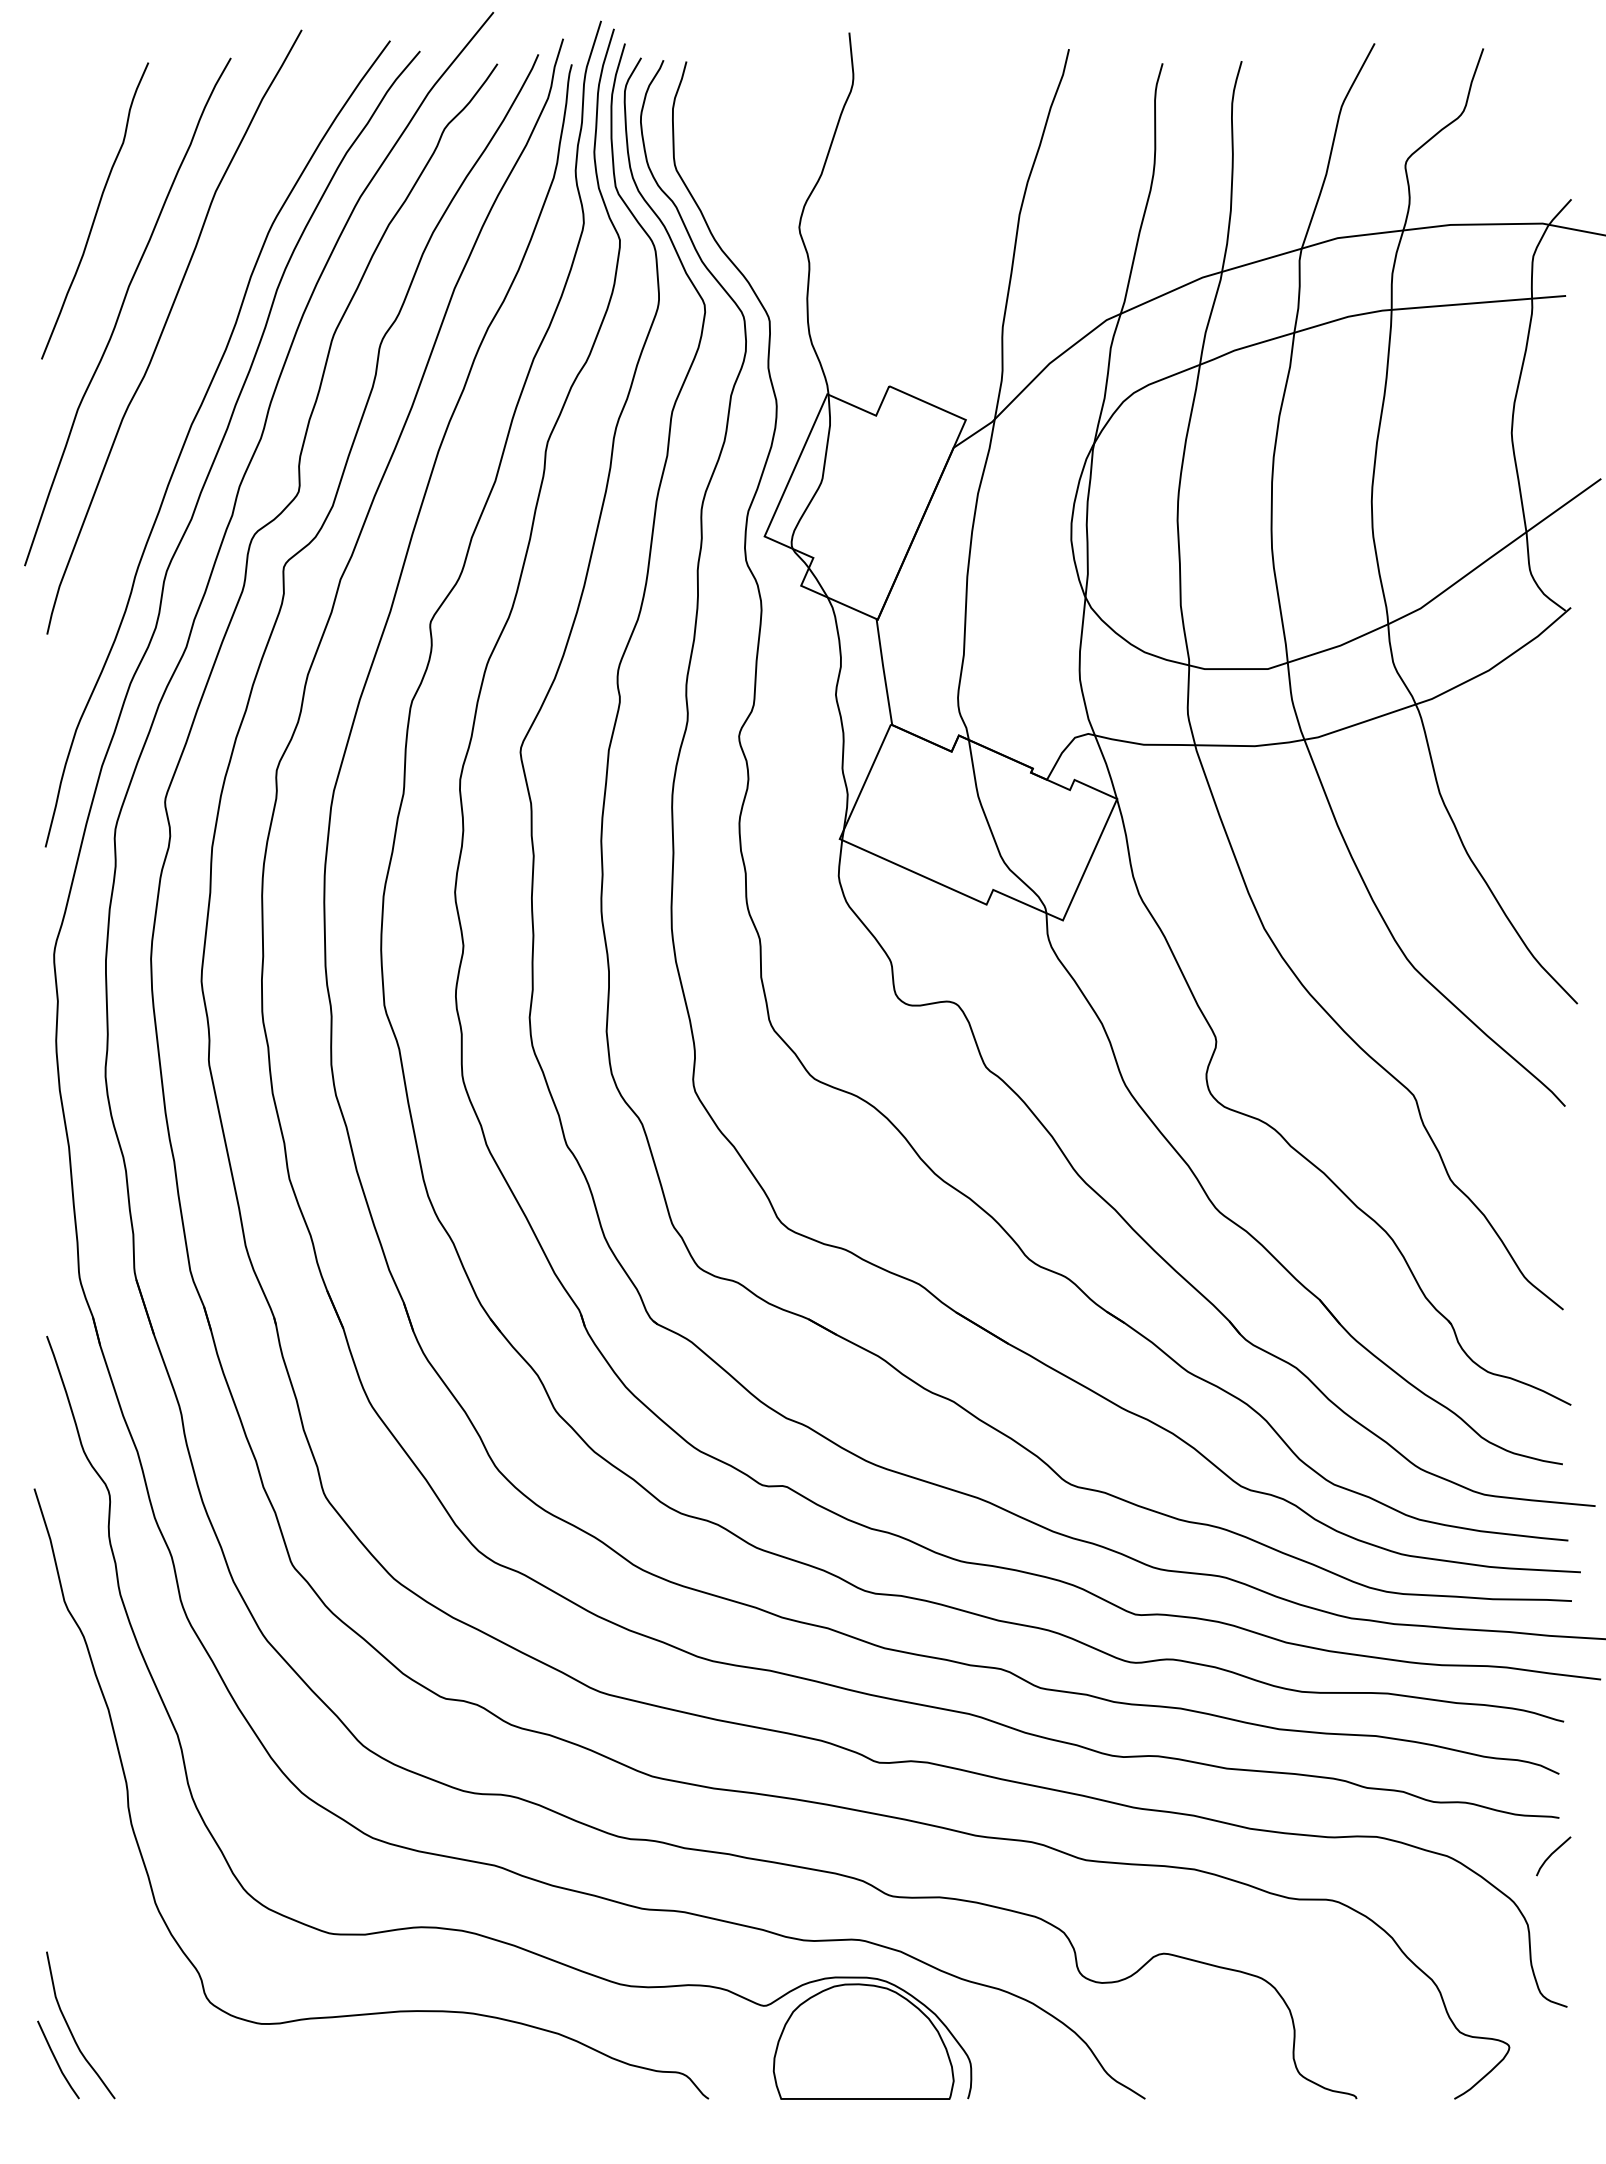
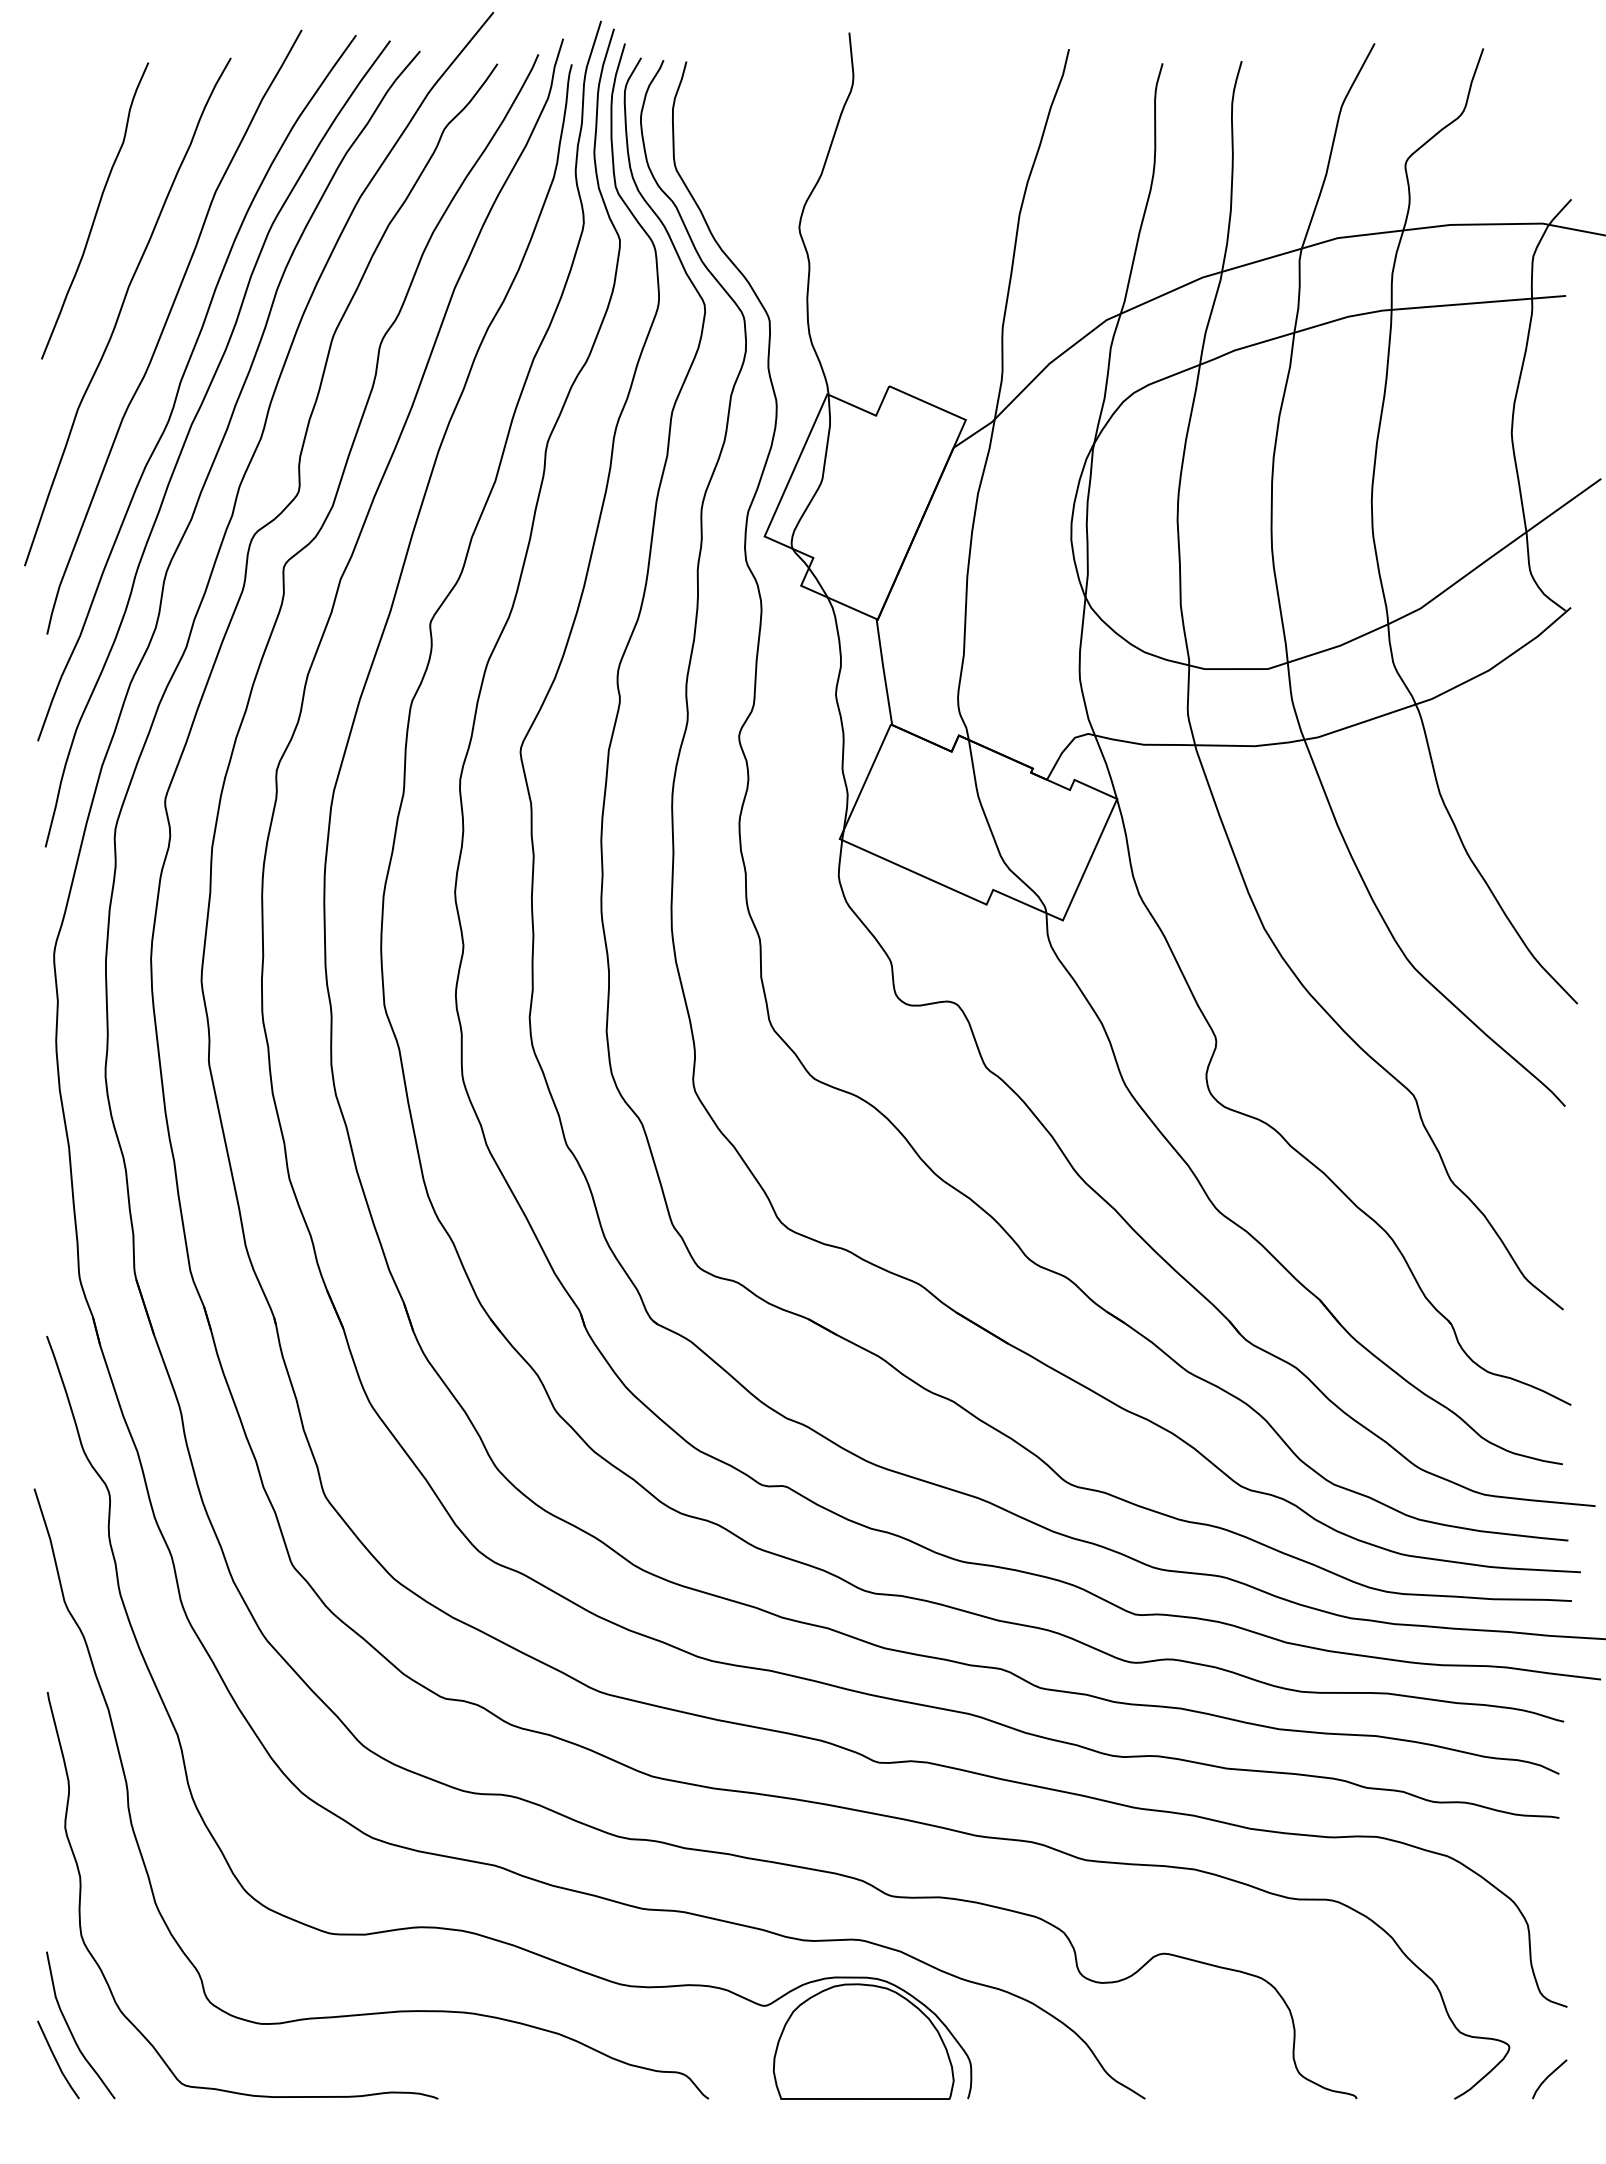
curve at (181, 383): none -> present
curve at (1552, 1854) position: (1552, 1854) -> (1548, 2077)
curve at (101, 1968): none -> present
